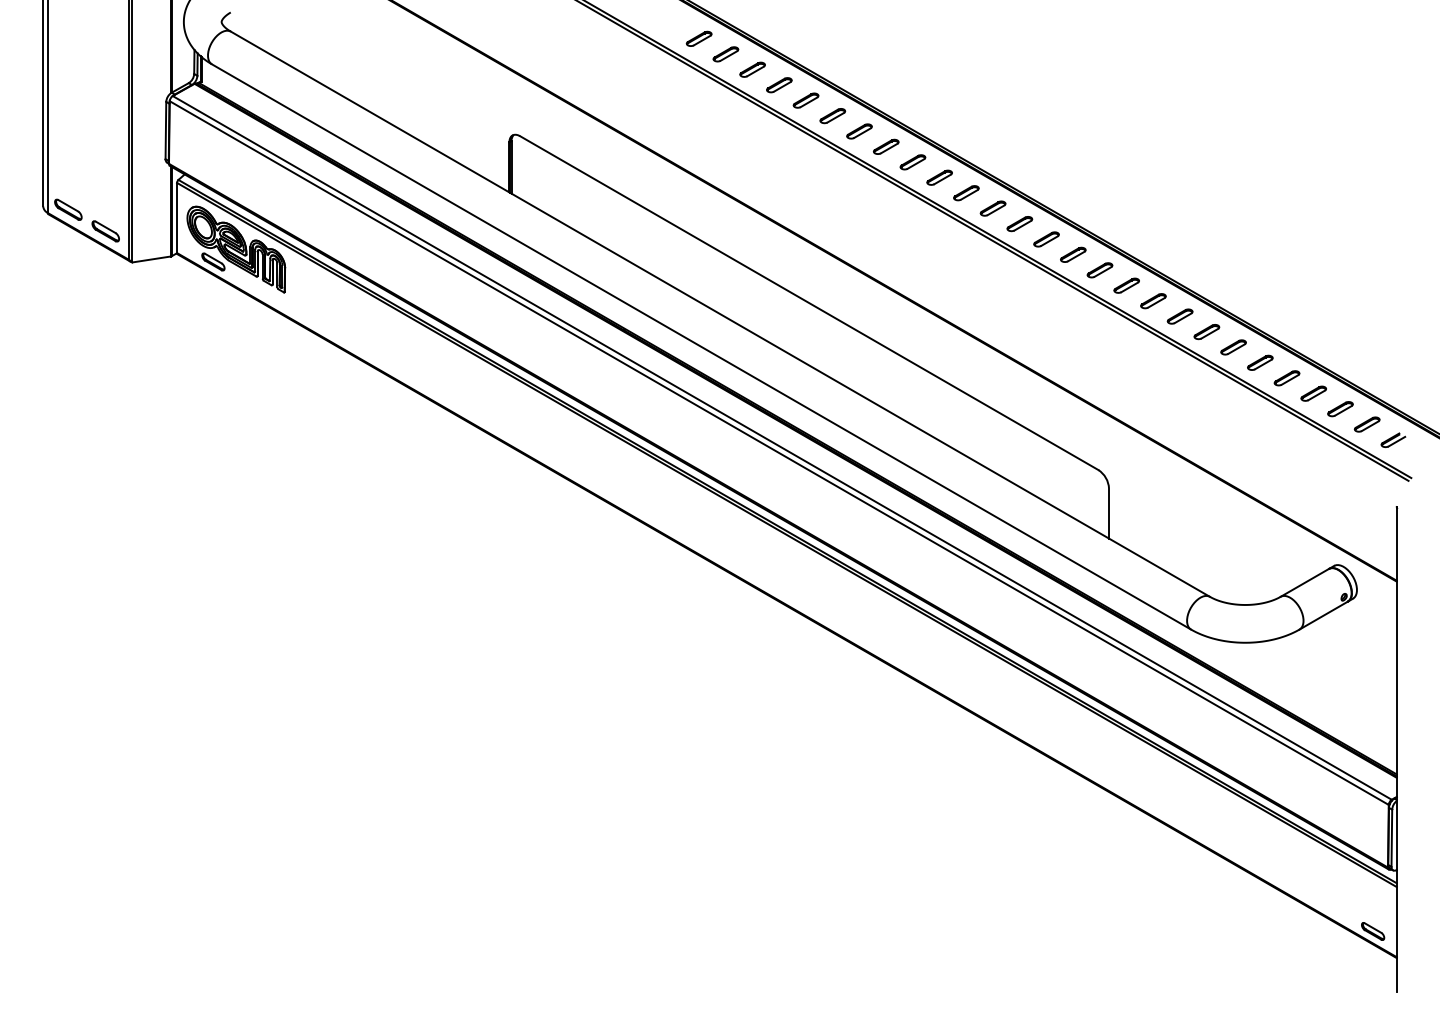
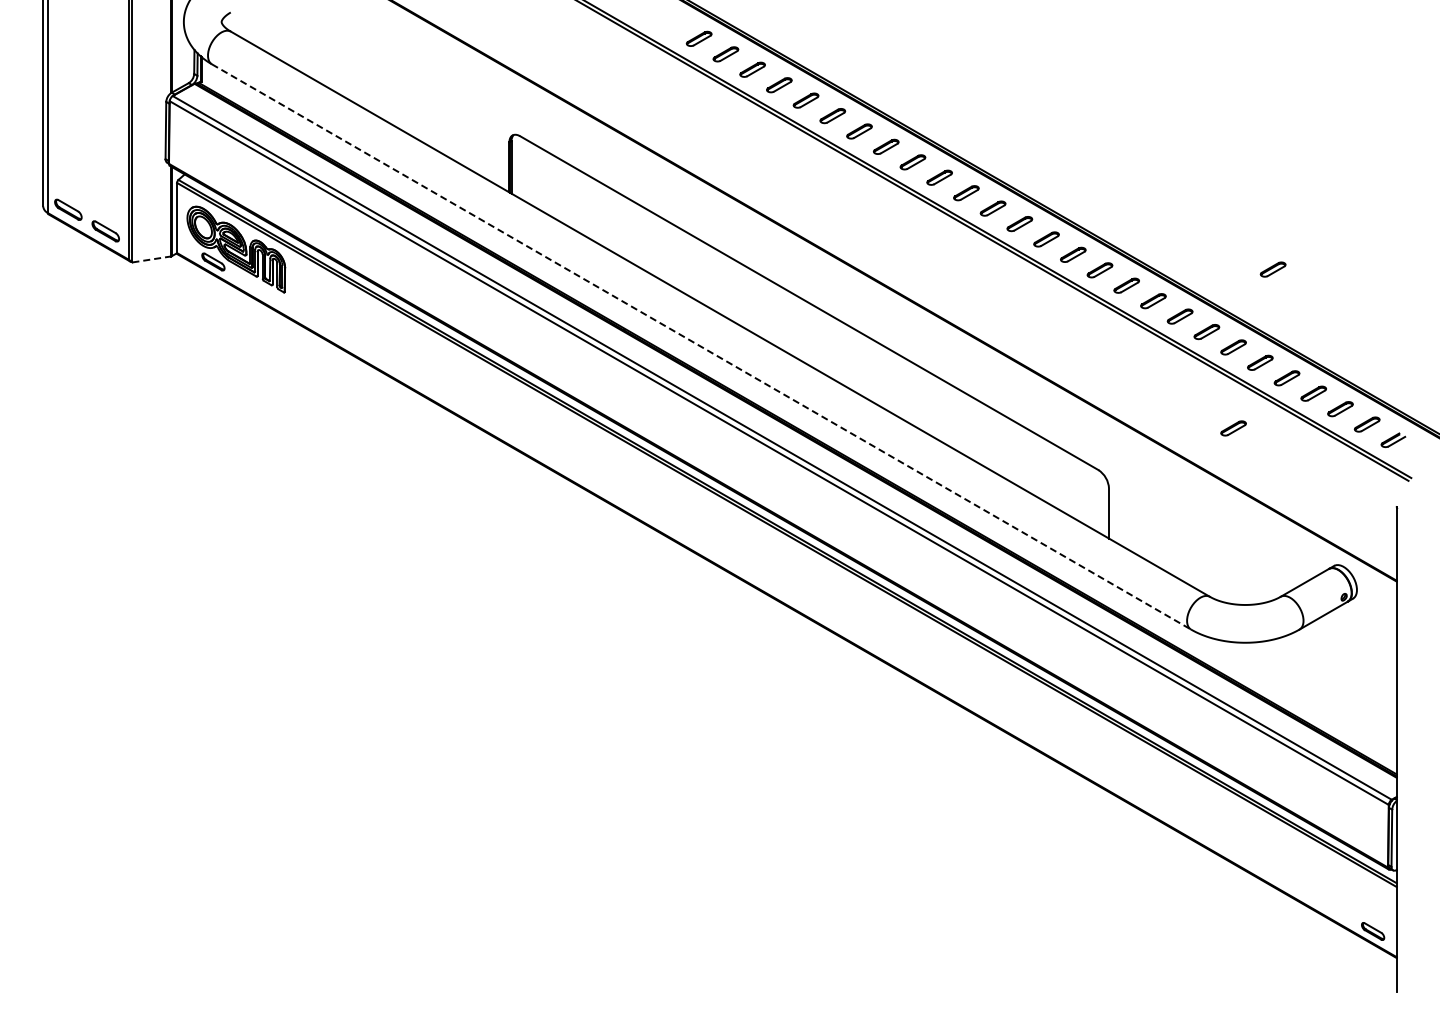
line at (152, 259): solid -> dashed
part at (1272, 269): none -> present
line at (701, 347): solid -> dashed
part at (1233, 428): none -> present
